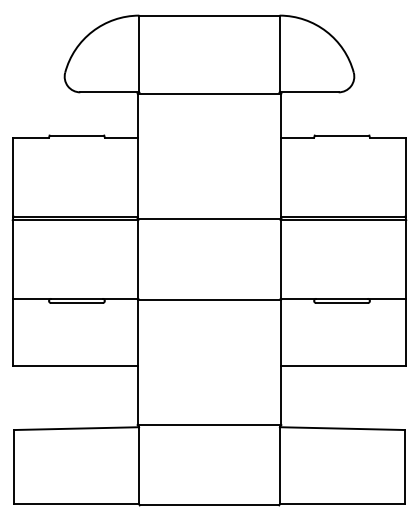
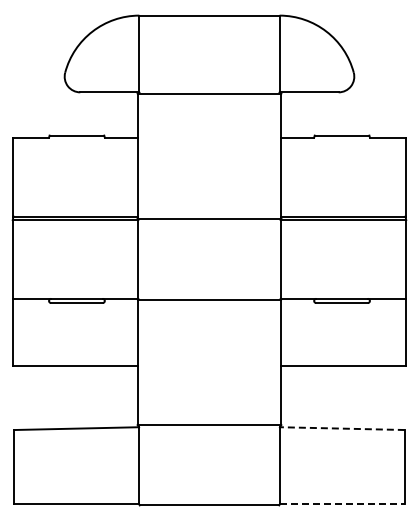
line at (341, 428): solid -> dashed
line at (342, 503): solid -> dashed
